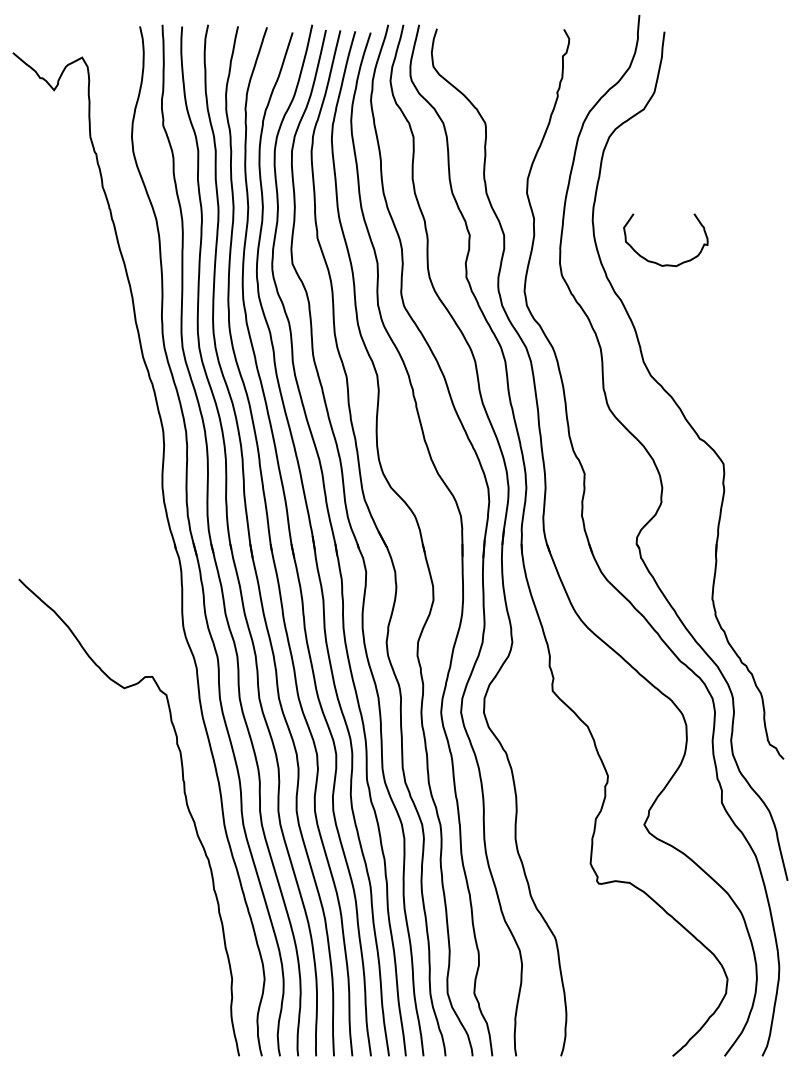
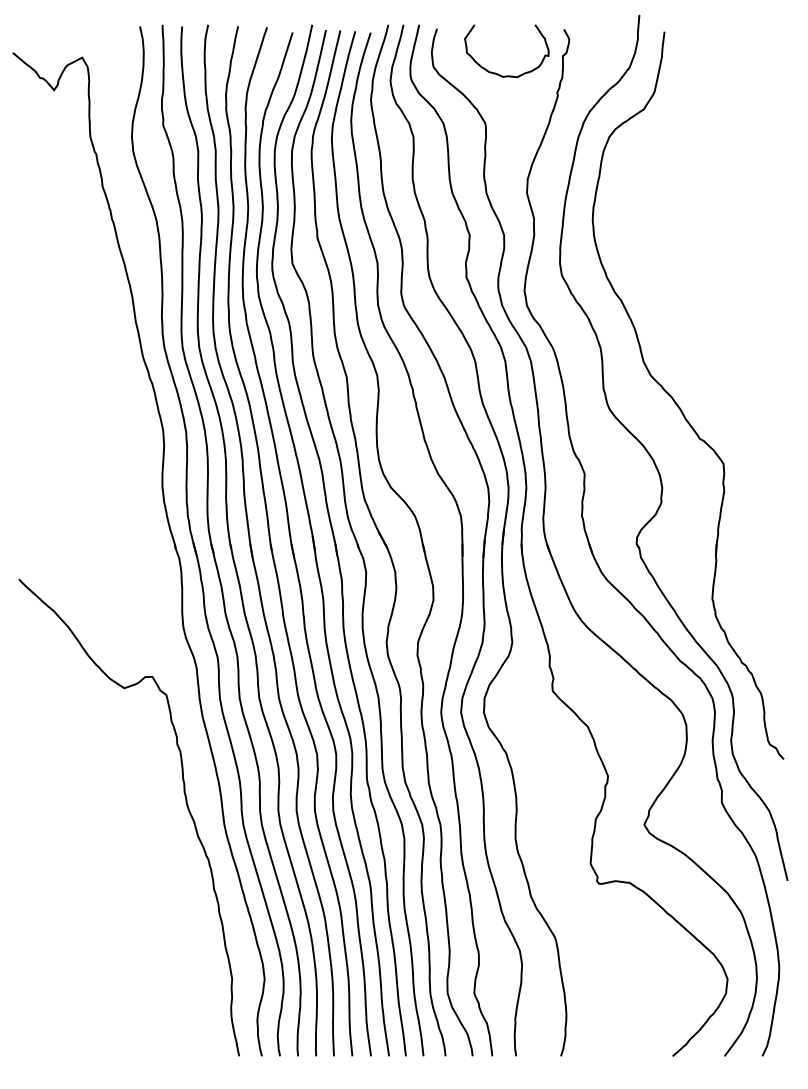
curve at (657, 262) position: (657, 262) -> (498, 73)
